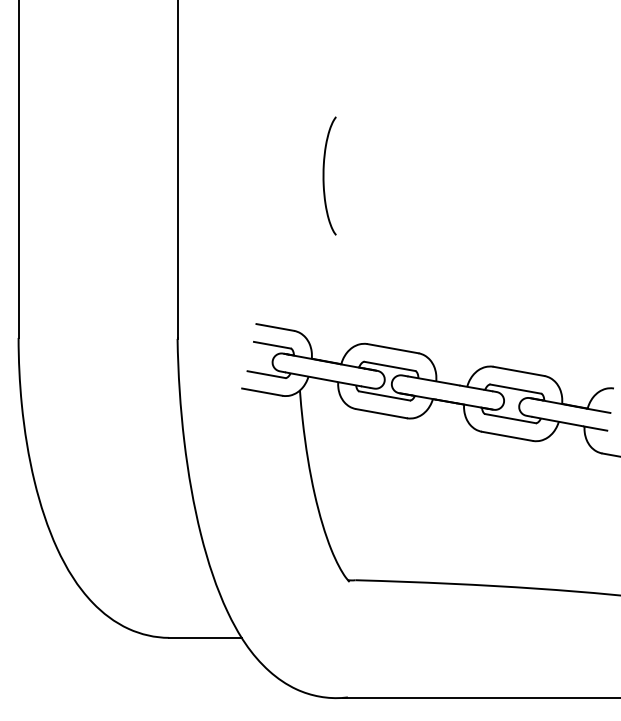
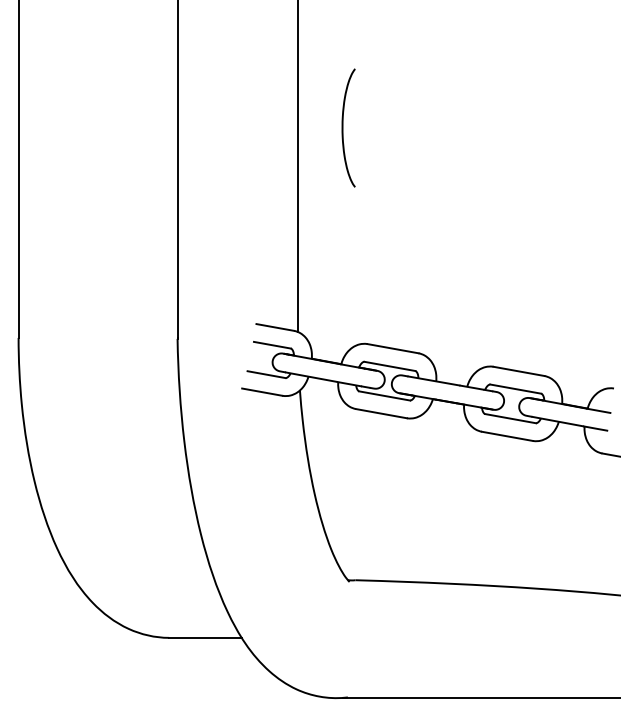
line at (297, 166): none -> present
curve at (324, 175) position: (324, 175) -> (343, 127)
